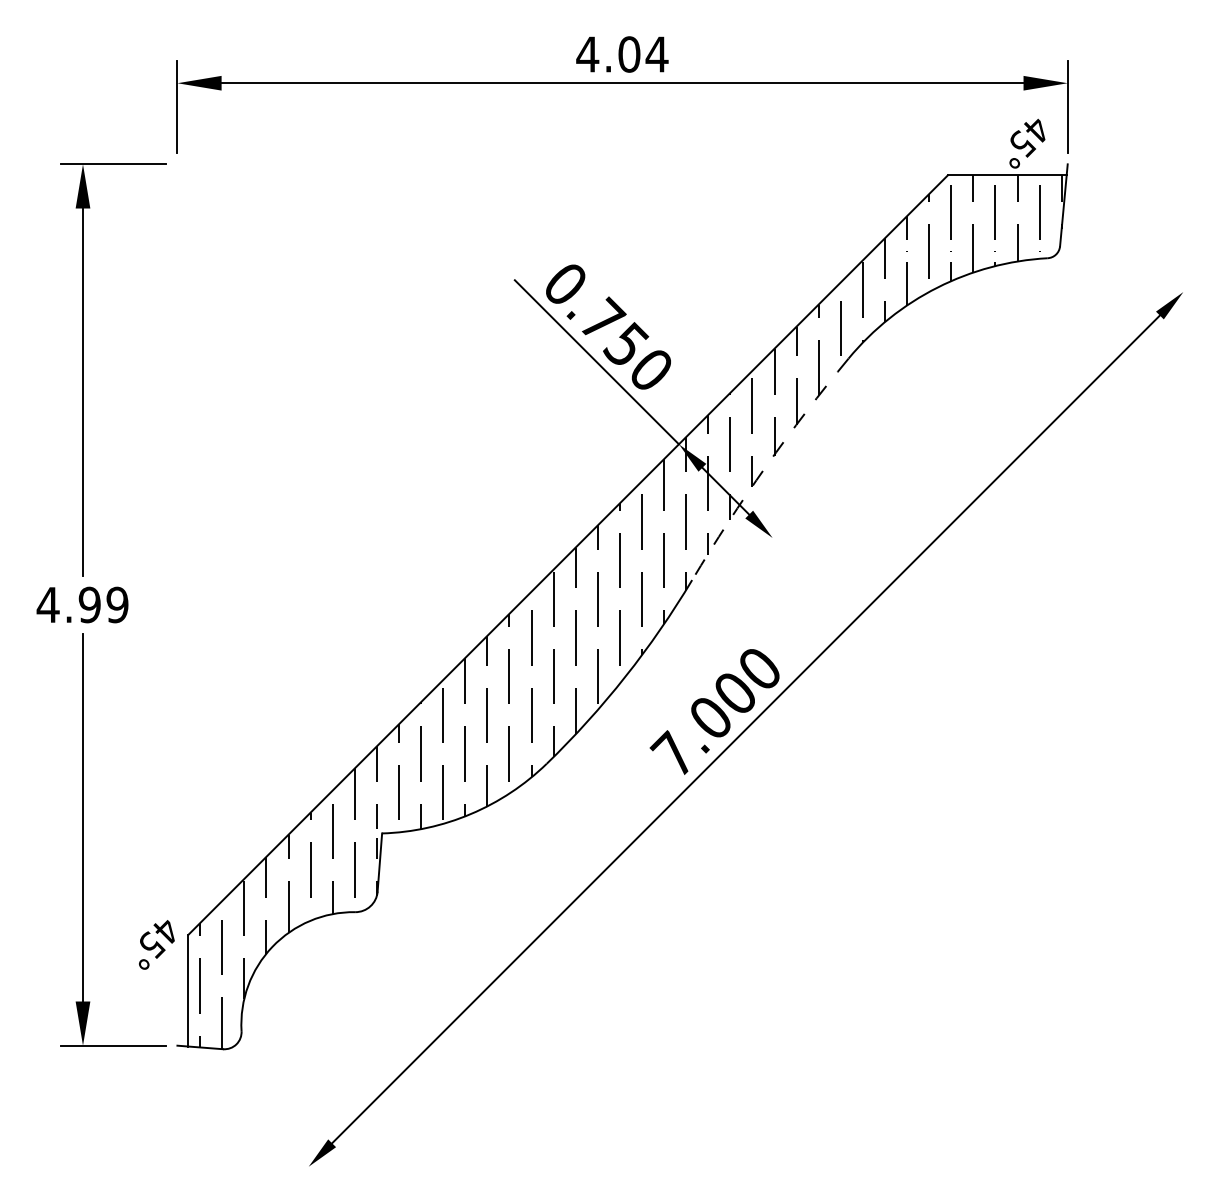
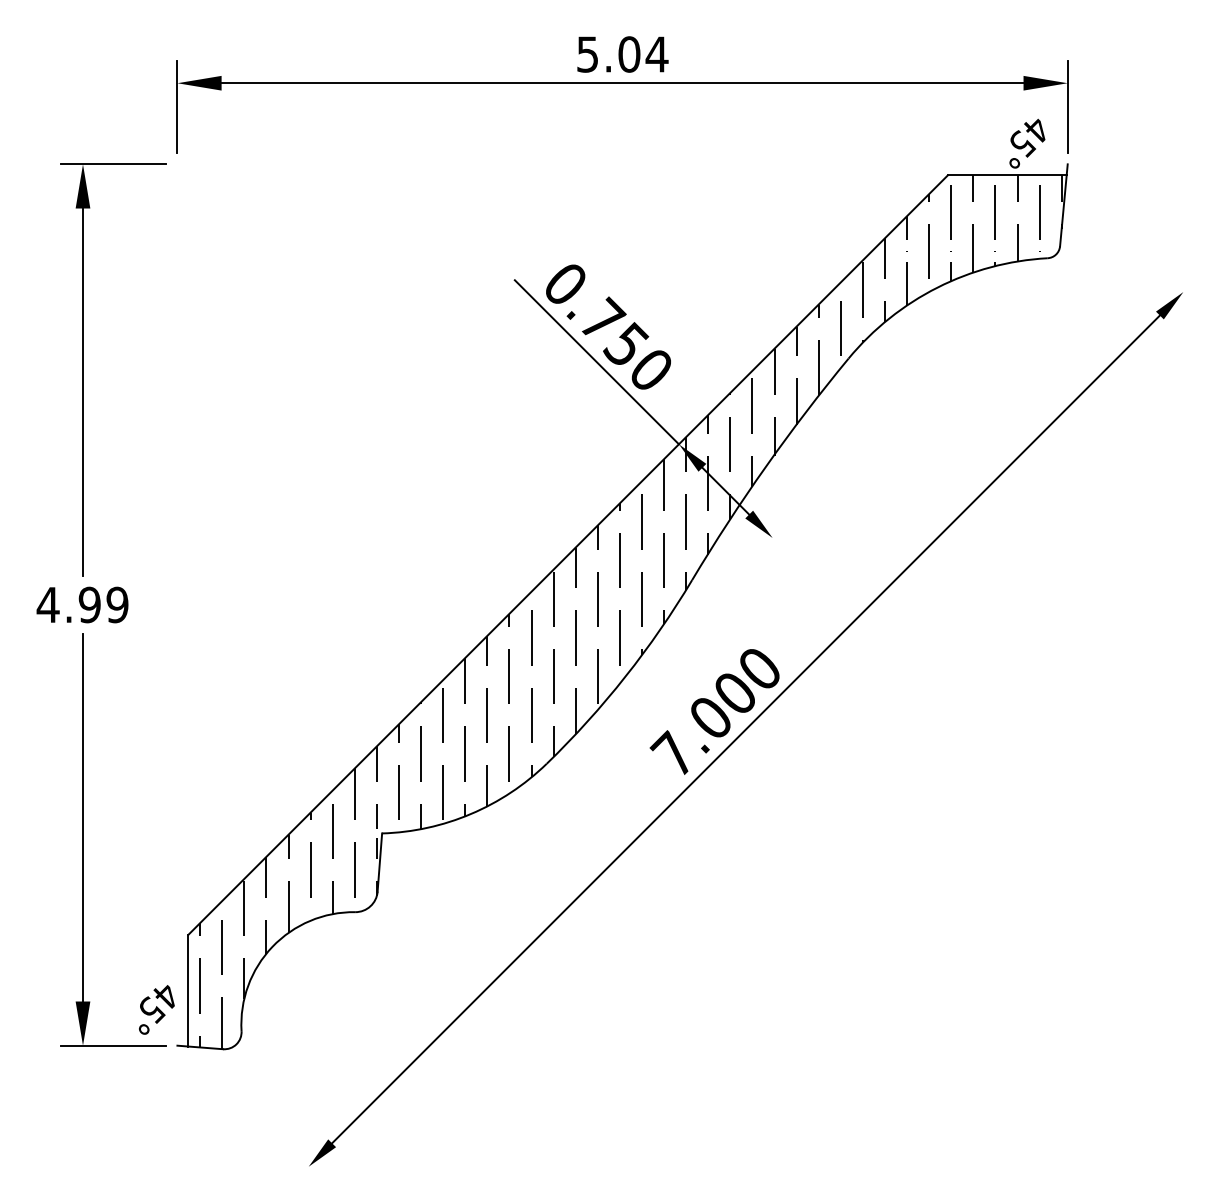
text at (587, 54): 4.04 -> 5.04
arc at (766, 466): dashed -> solid
text at (156, 944) position: (156, 944) -> (156, 1009)
